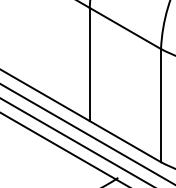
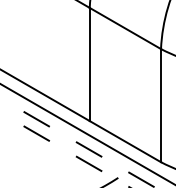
line at (78, 143): solid -> dashed
line at (65, 150): solid -> dashed
